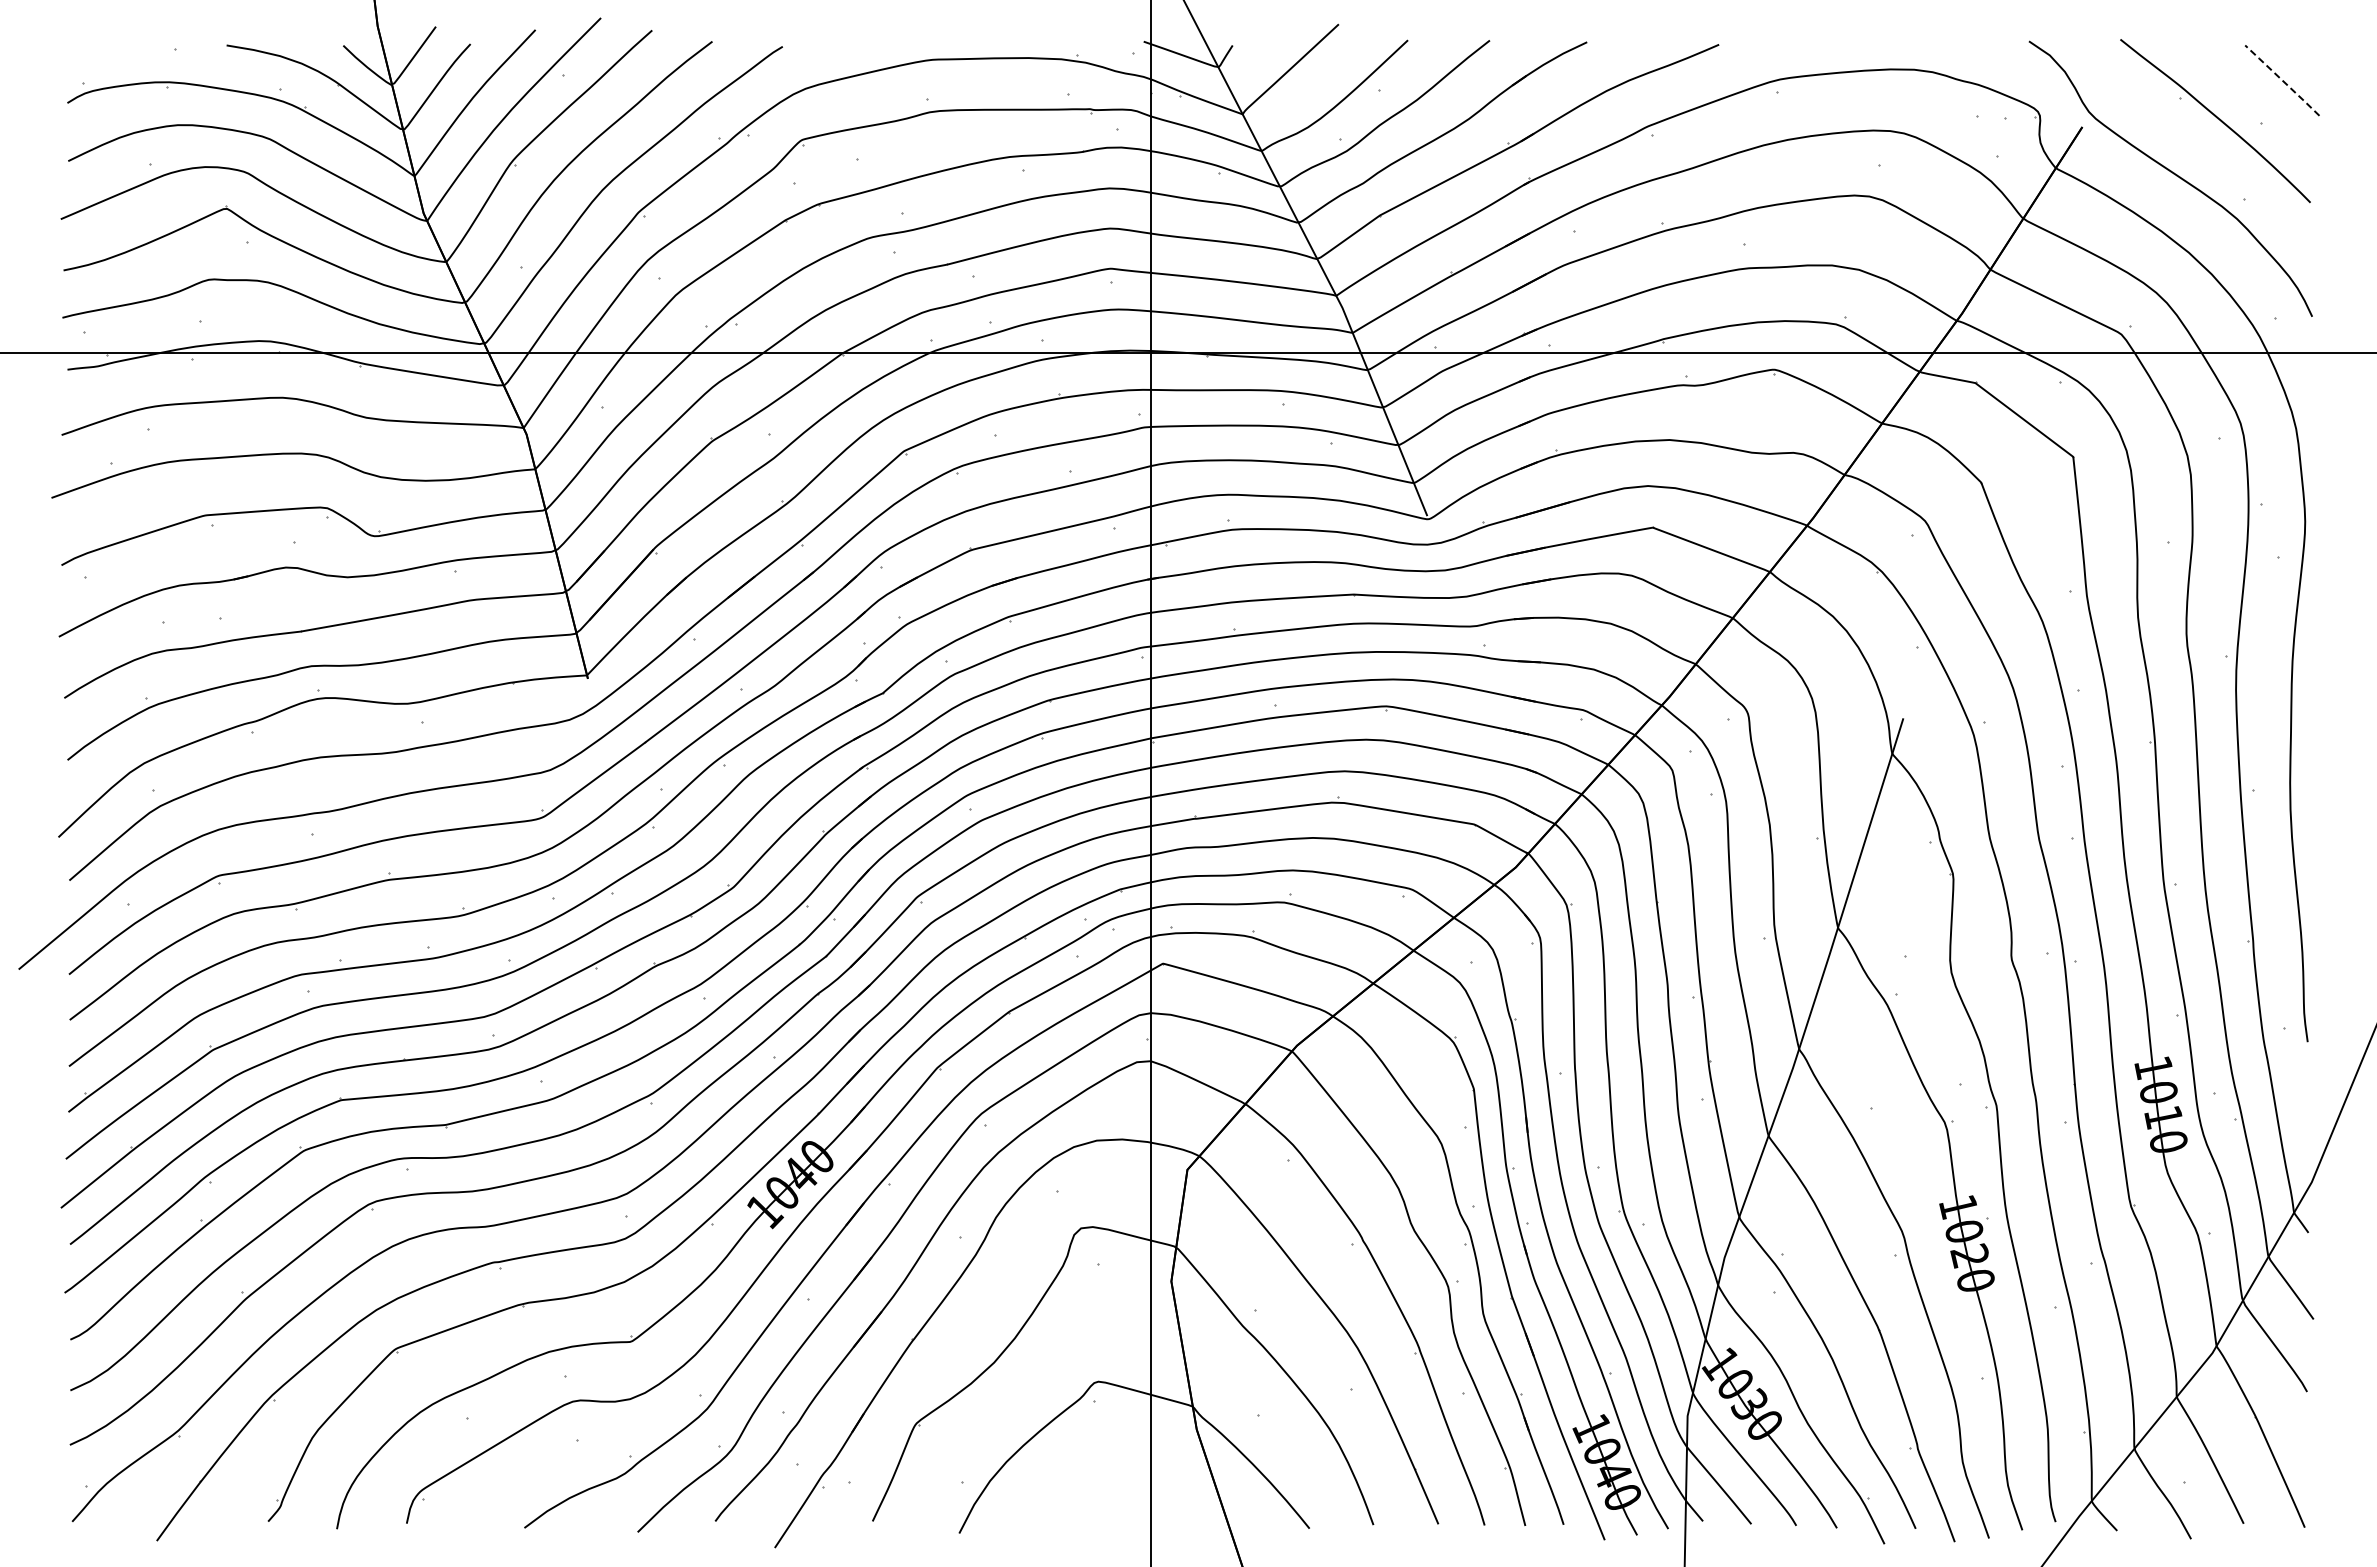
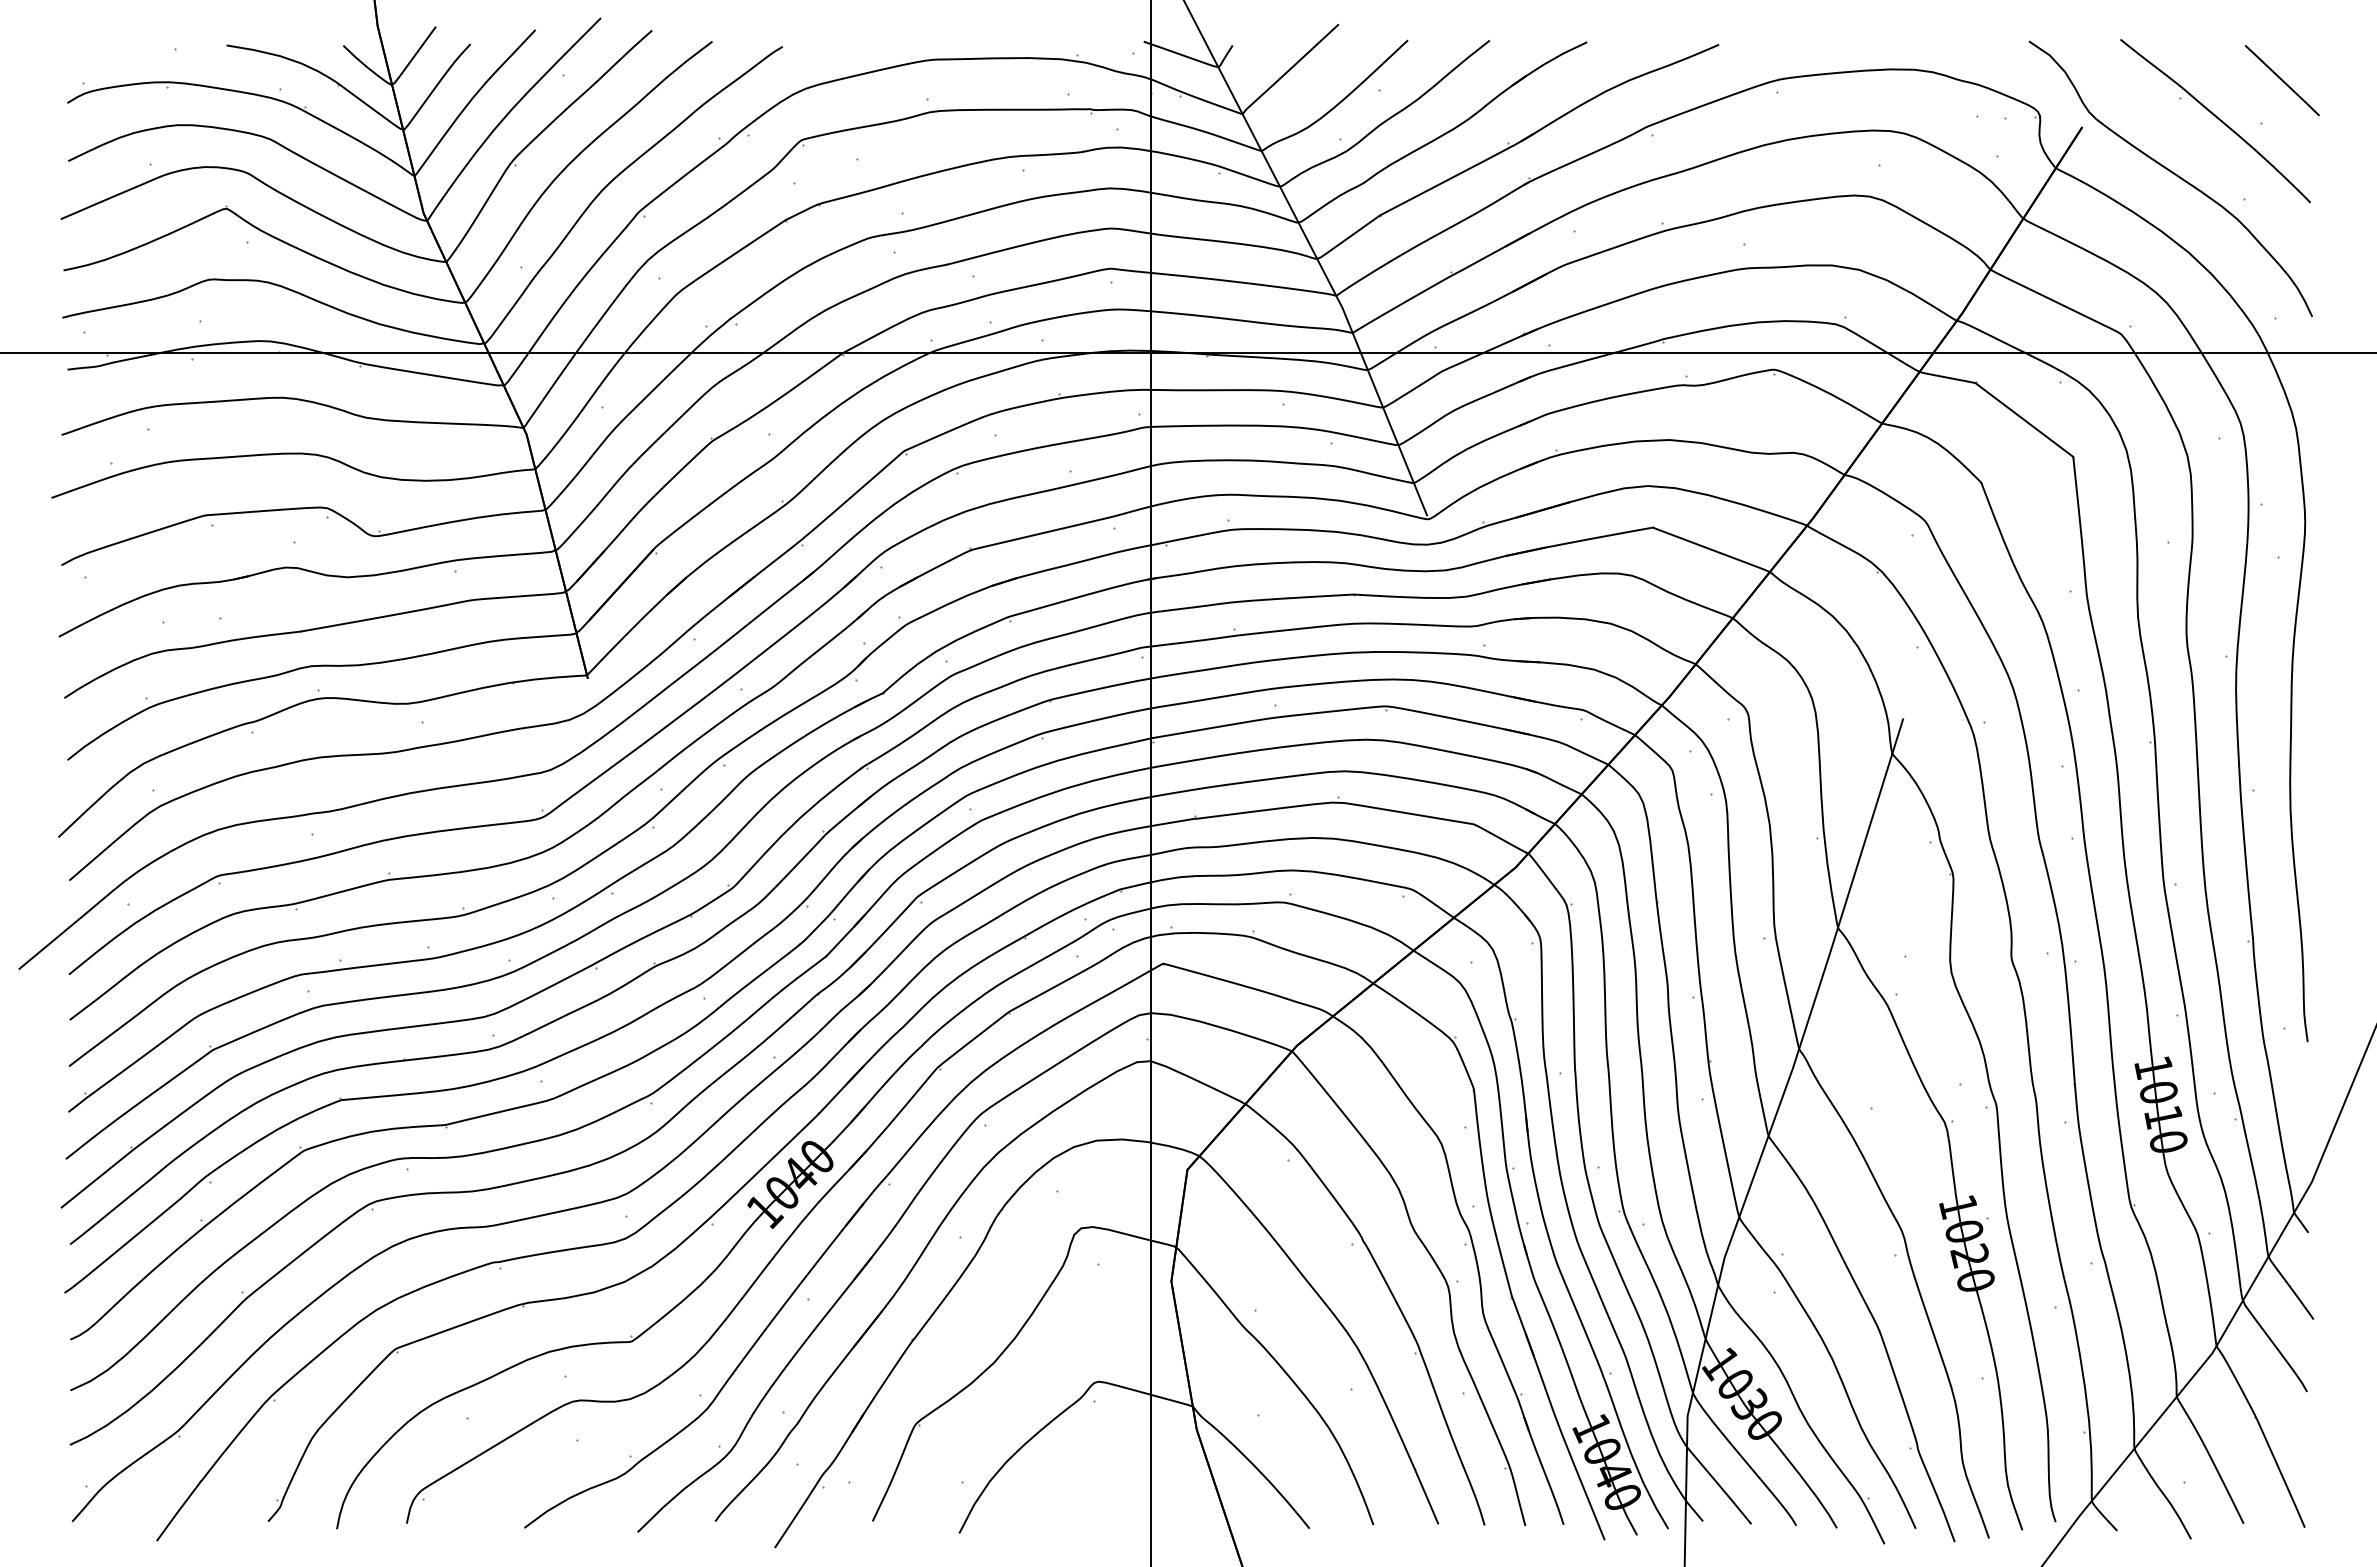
line at (2282, 80): dashed -> solid
